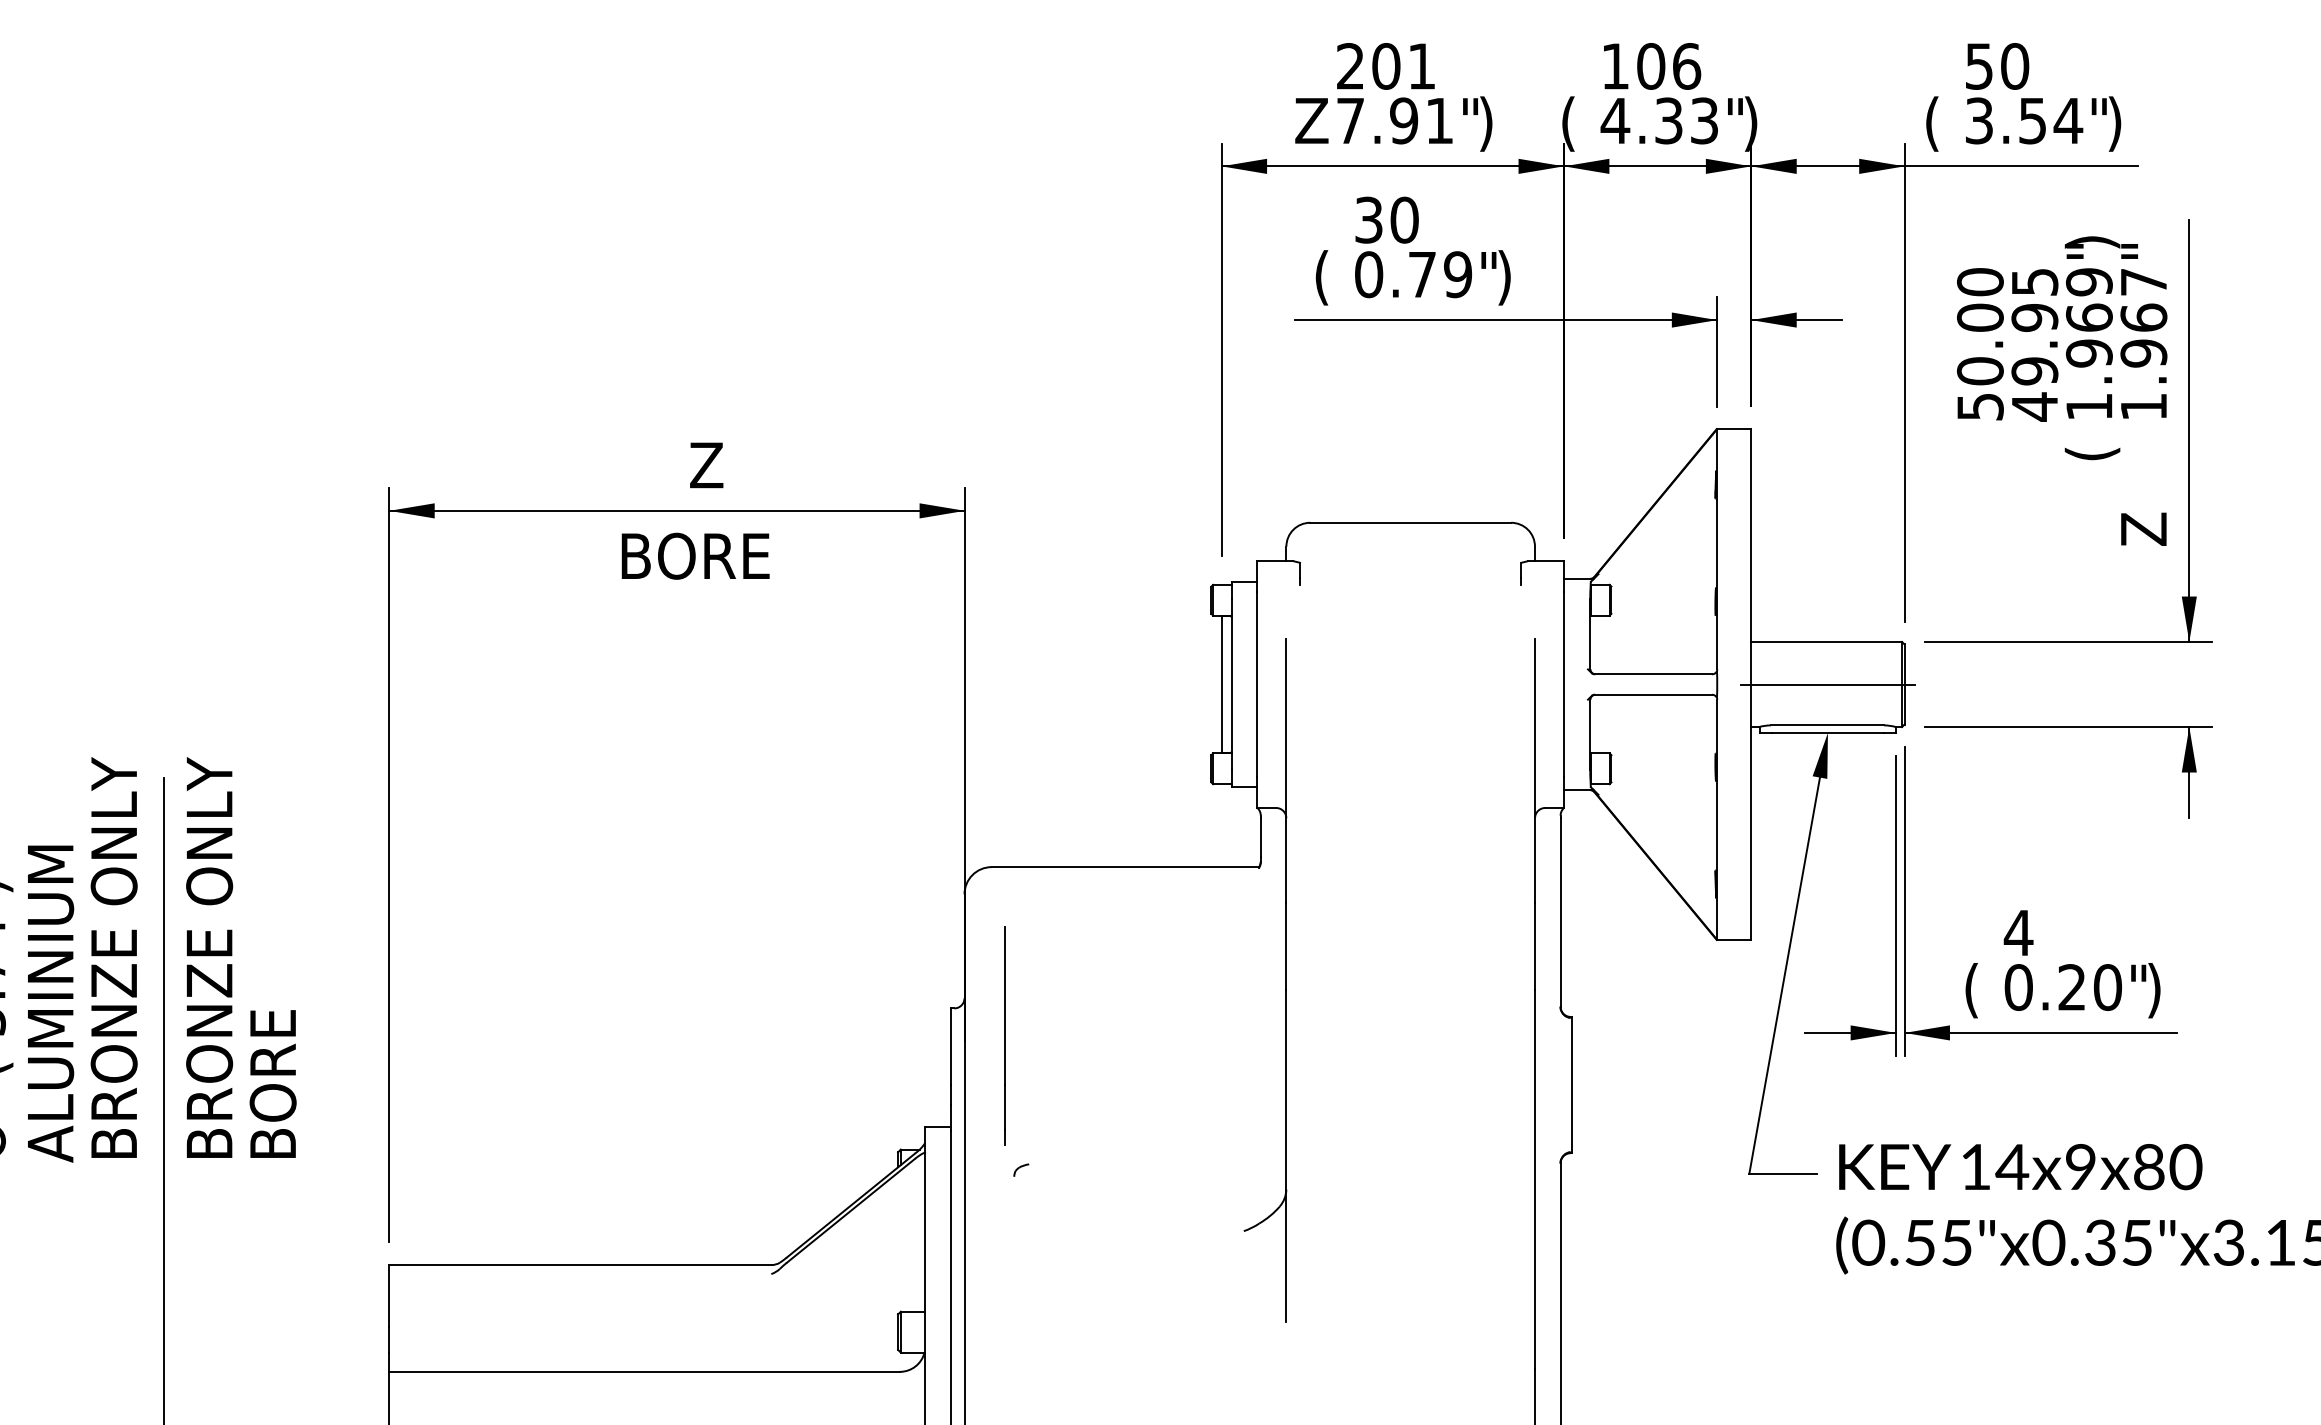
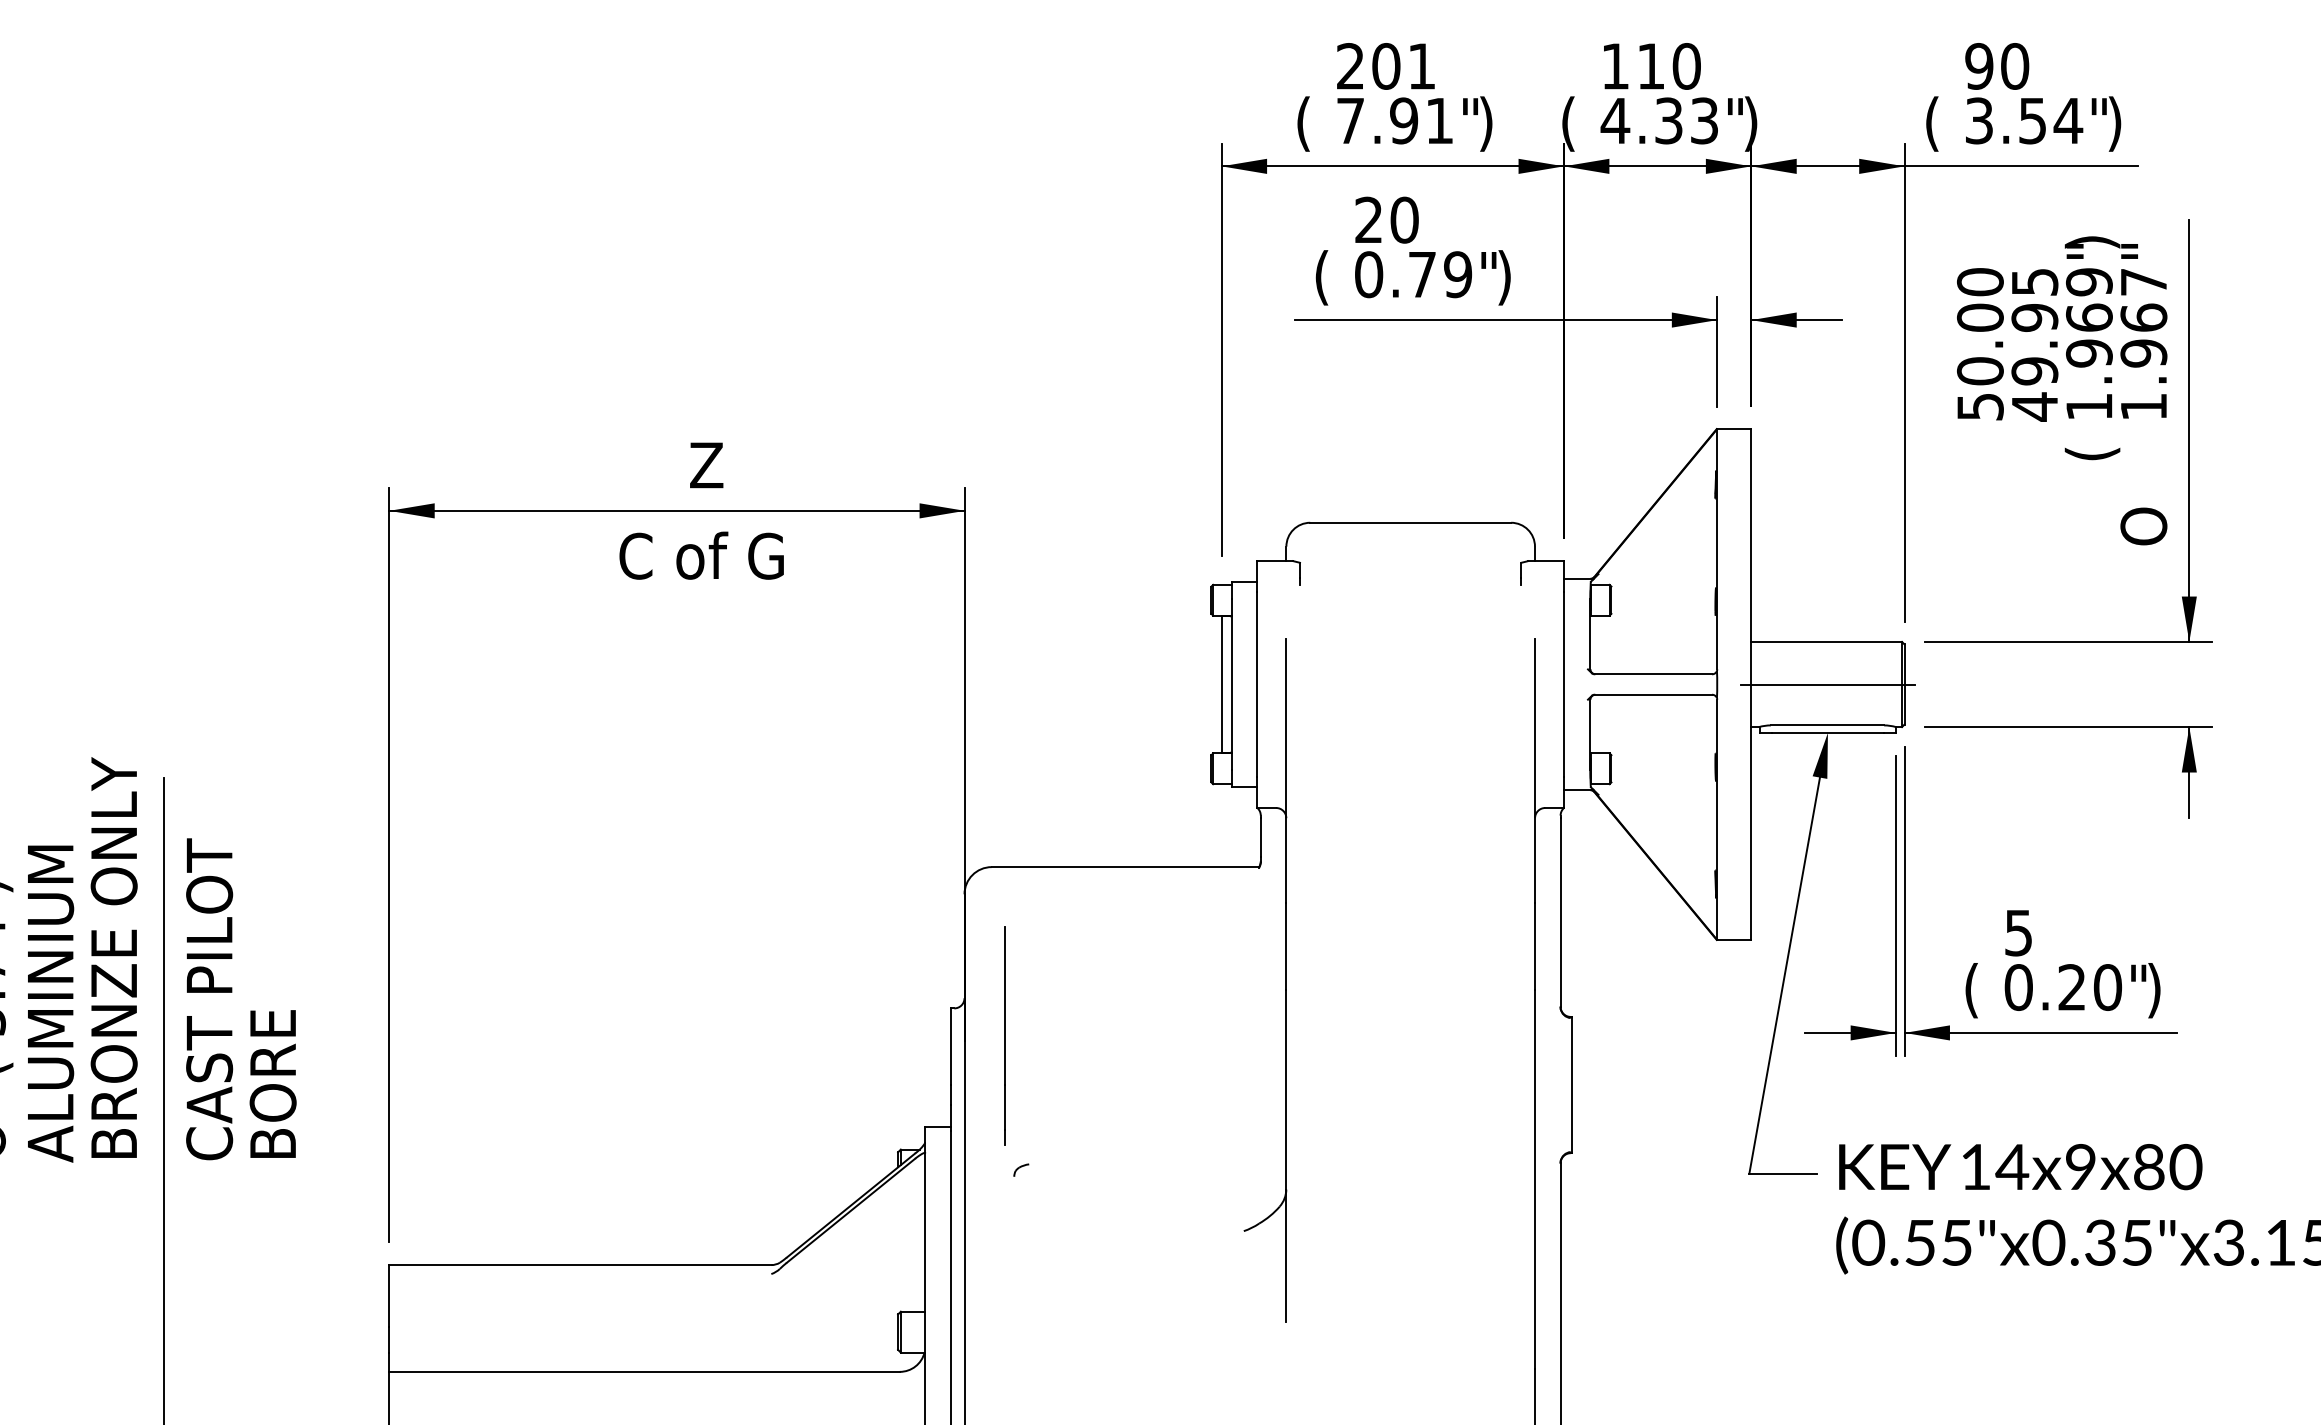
text at (1669, 66): 106 -> 110
text at (1979, 66): 50 -> 90
text at (1311, 123): Z -> (
text at (1368, 219): 30 -> 20
text at (2143, 526): Z -> O
text at (701, 555): BORE -> C of G
text at (2018, 933): 4 -> 5
text at (209, 958): BRONZE ONLY -> CAST PILOT
